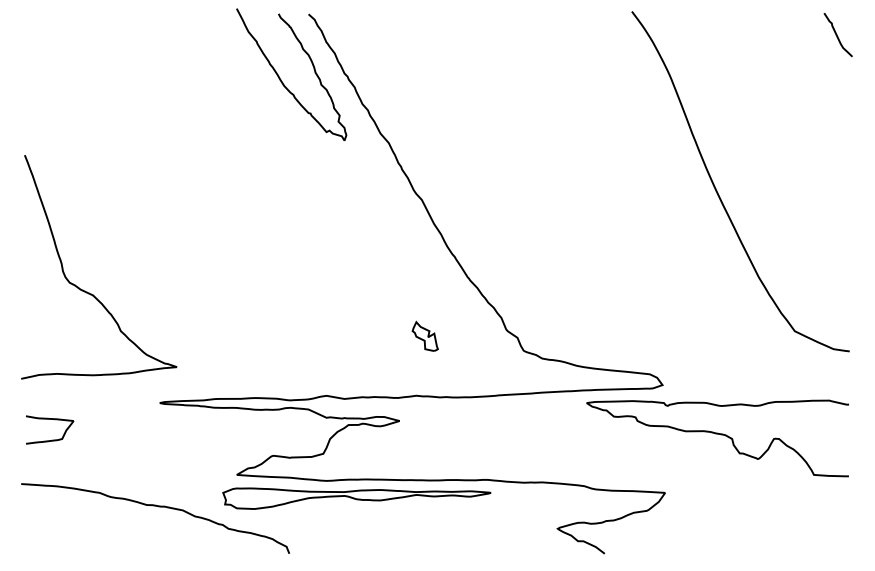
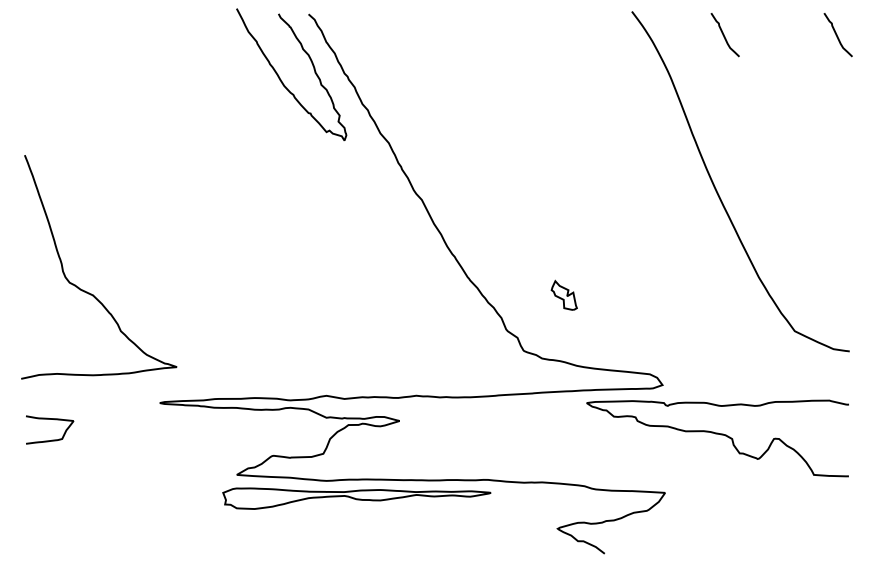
curve at (724, 35): none -> present
part at (424, 335) position: (424, 335) -> (563, 294)
curve at (158, 507): present -> none
